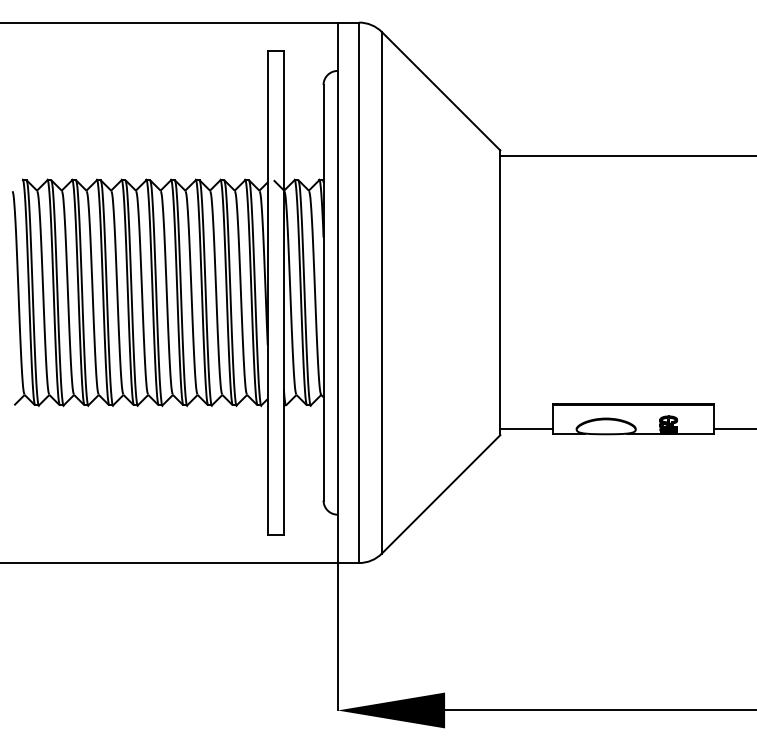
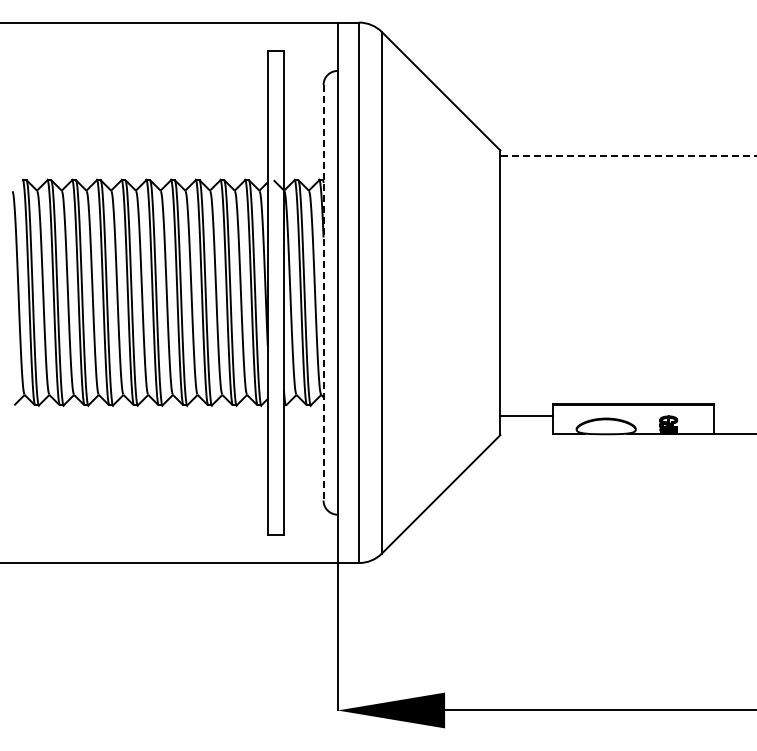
line at (628, 156): solid -> dashed
line at (323, 292): solid -> dashed
line at (526, 429) position: (526, 429) -> (526, 416)
line at (733, 429) position: (733, 429) -> (733, 434)
